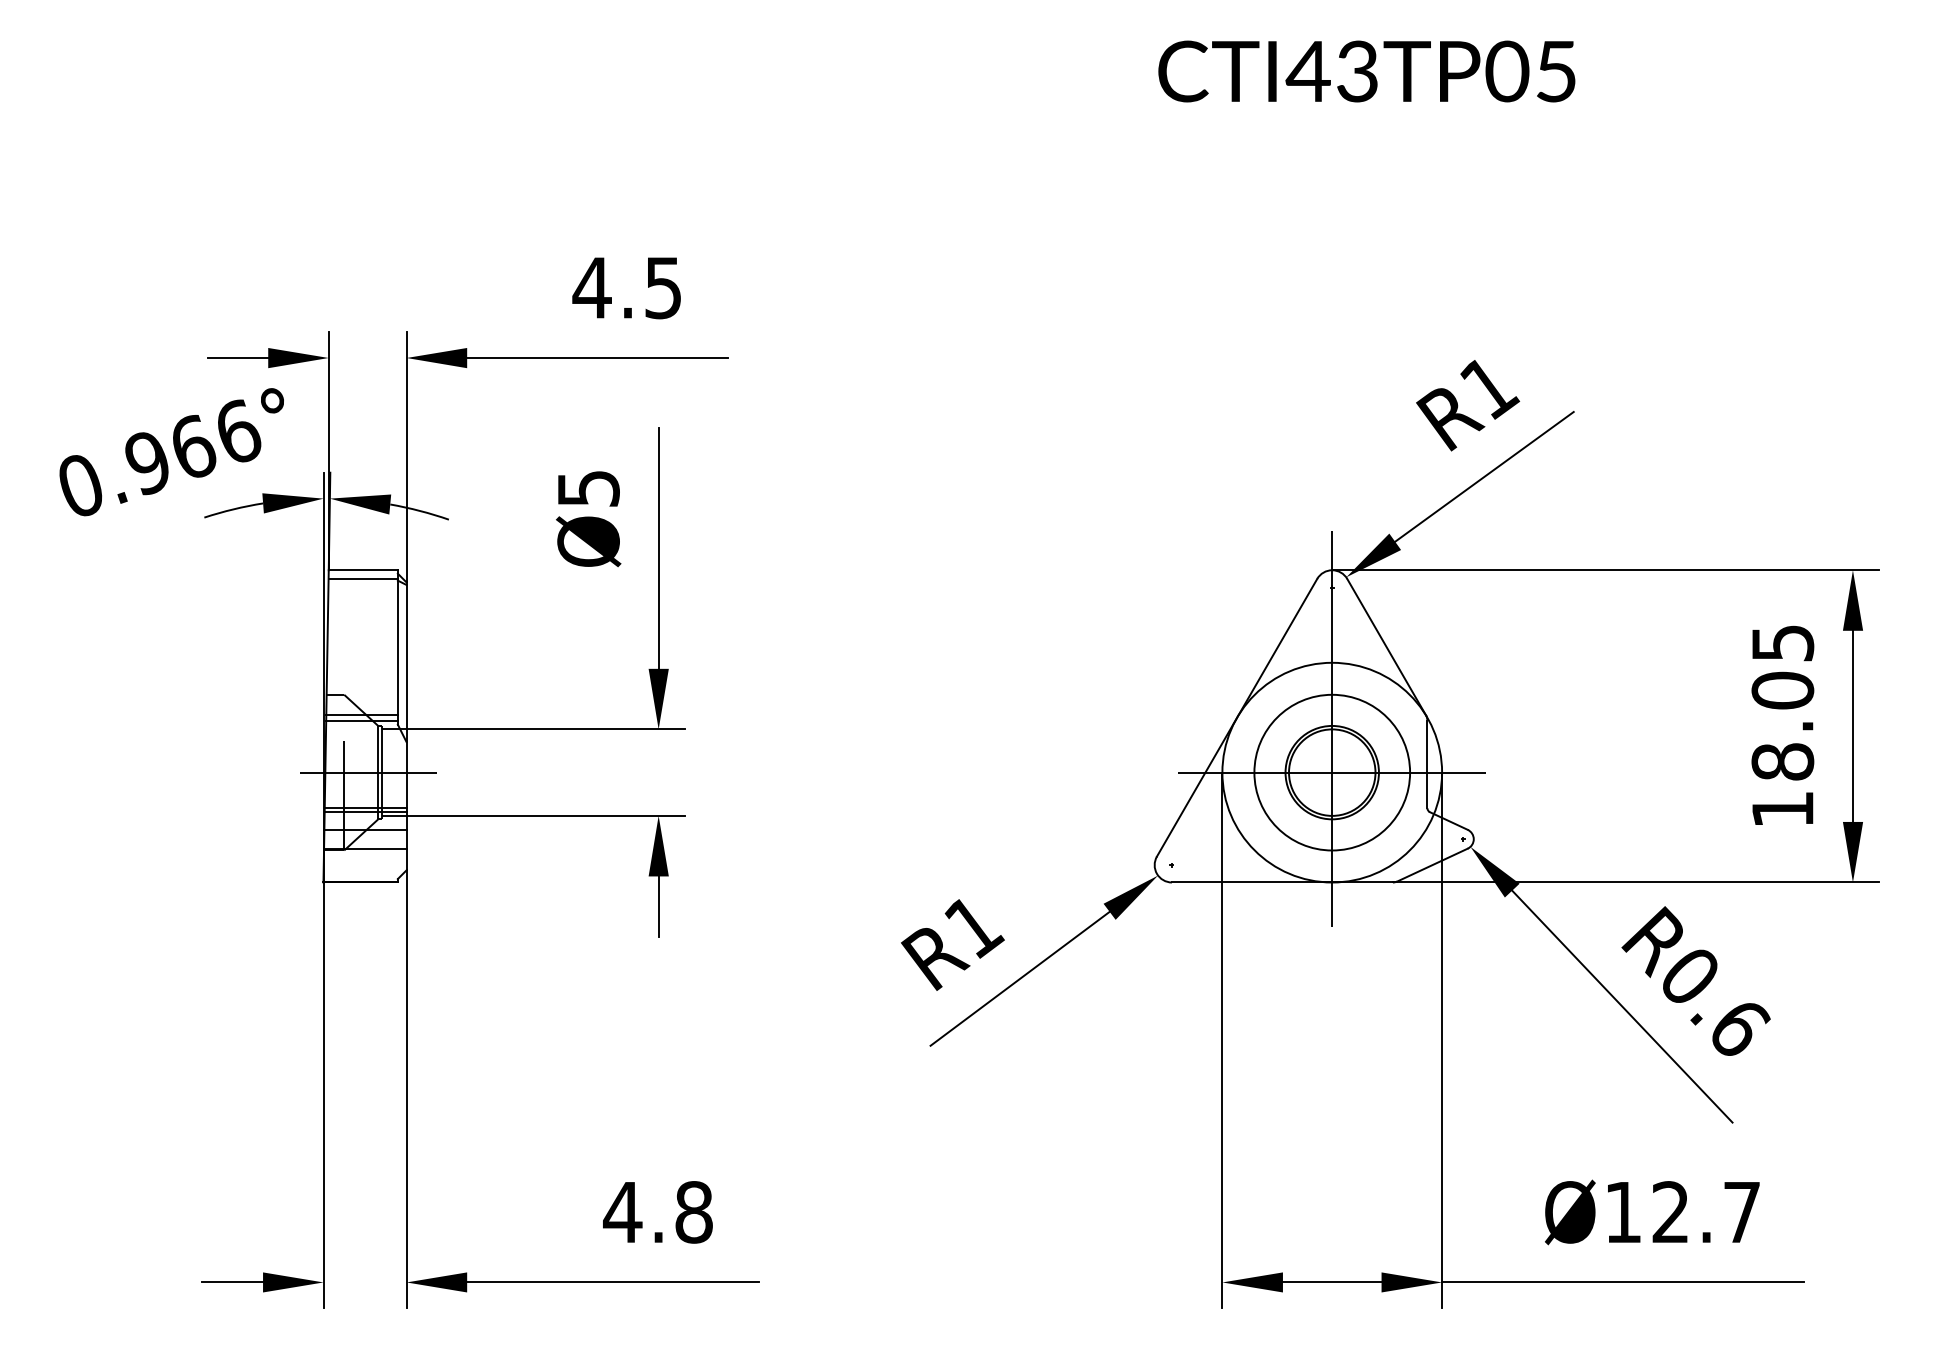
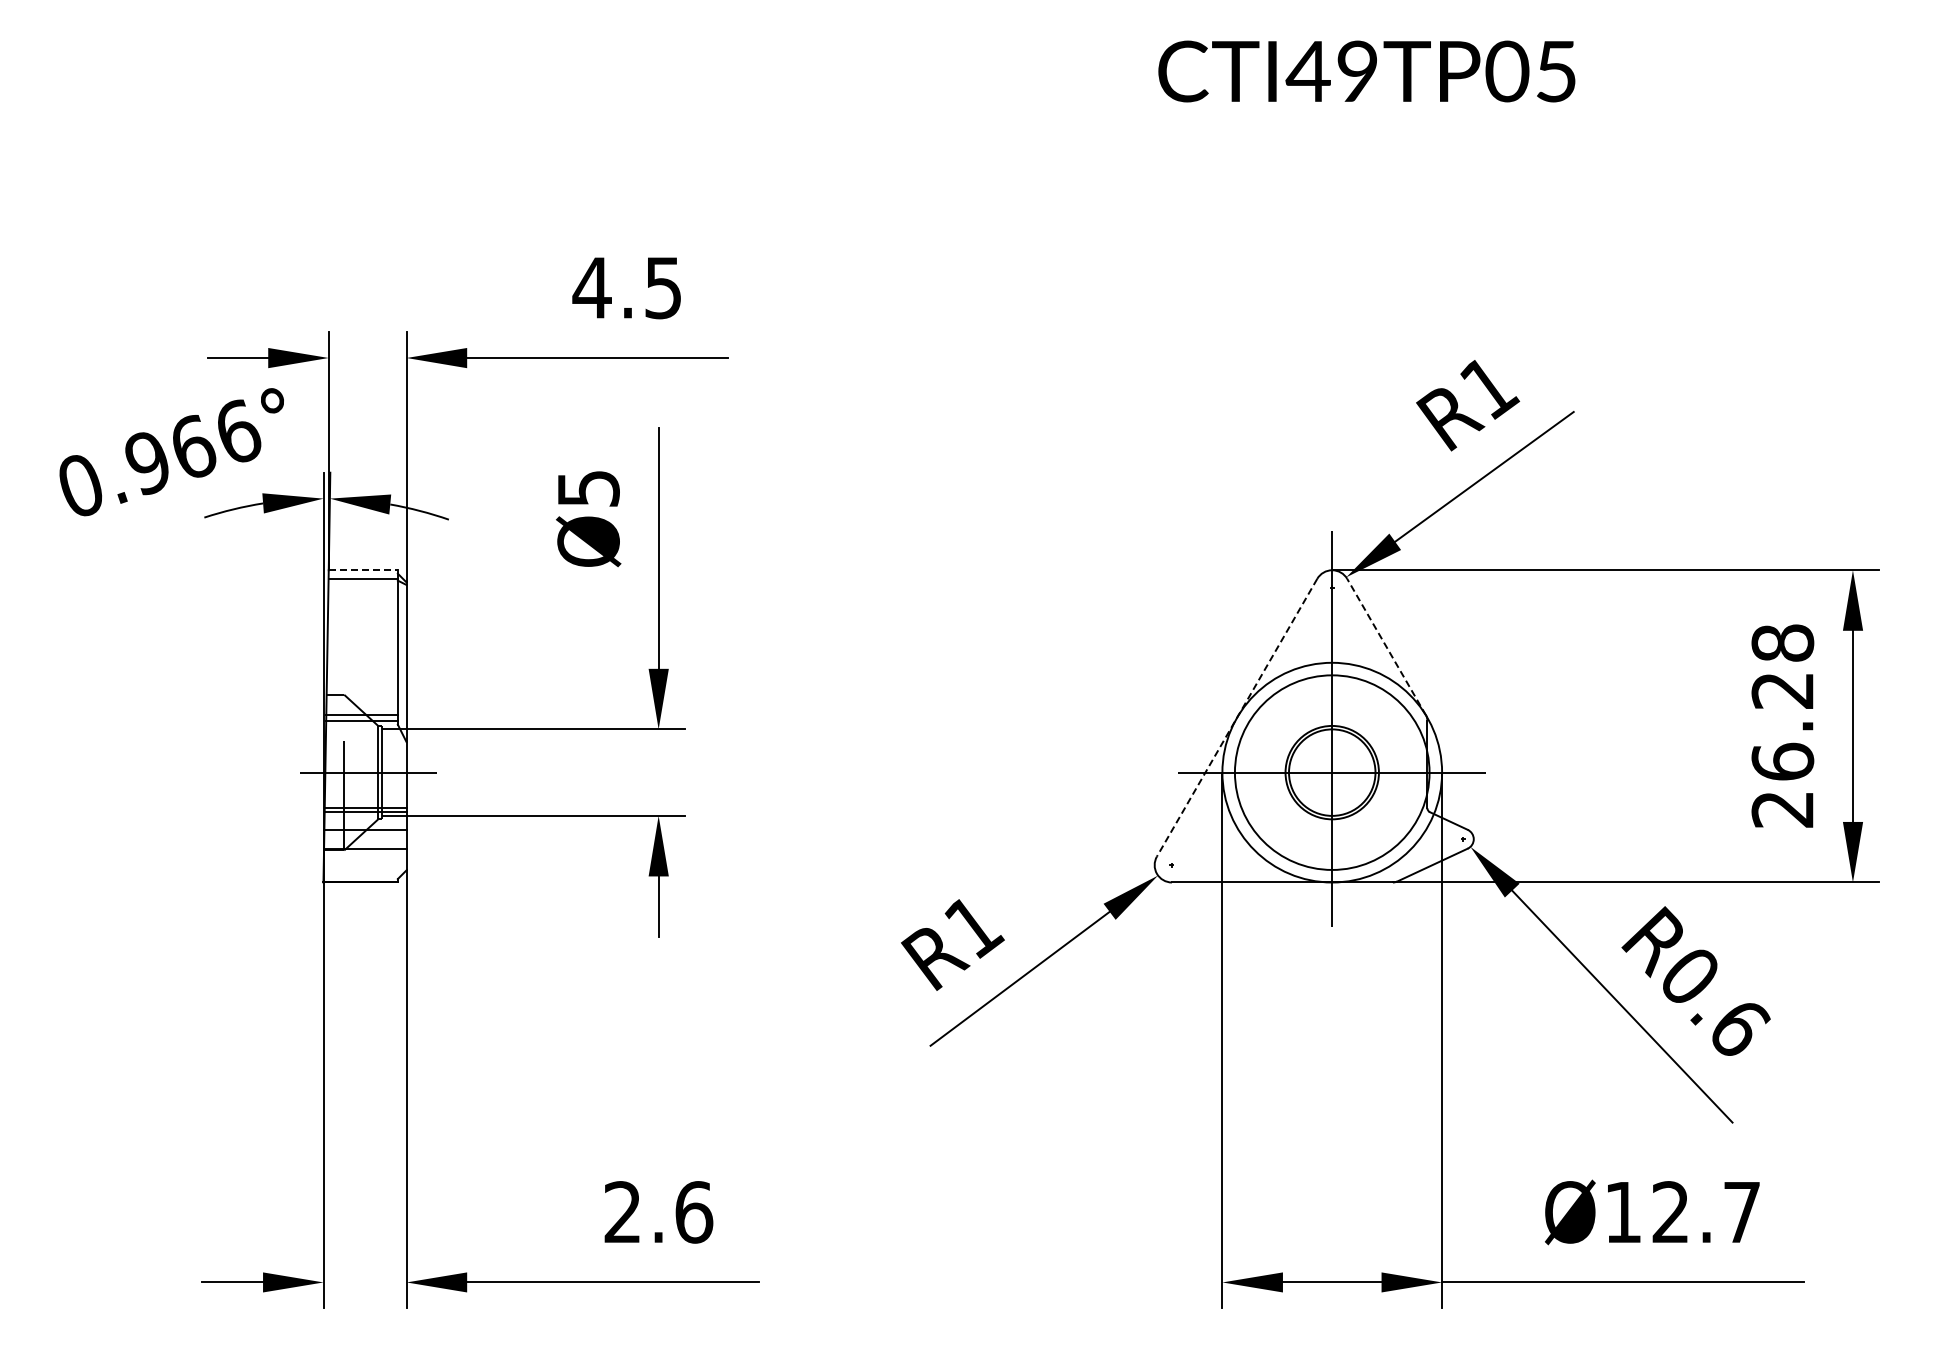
text at (1357, 71): CTI43TP05 -> CTI49TP05
line at (363, 570): solid -> dashed
line at (1386, 647): solid -> dashed
line at (1236, 718): solid -> dashed
text at (1782, 725): 18.05 -> 26.28
circle at (1332, 772) diameter: 156 px -> 195 px
text at (658, 1212): 4.8 -> 2.6
